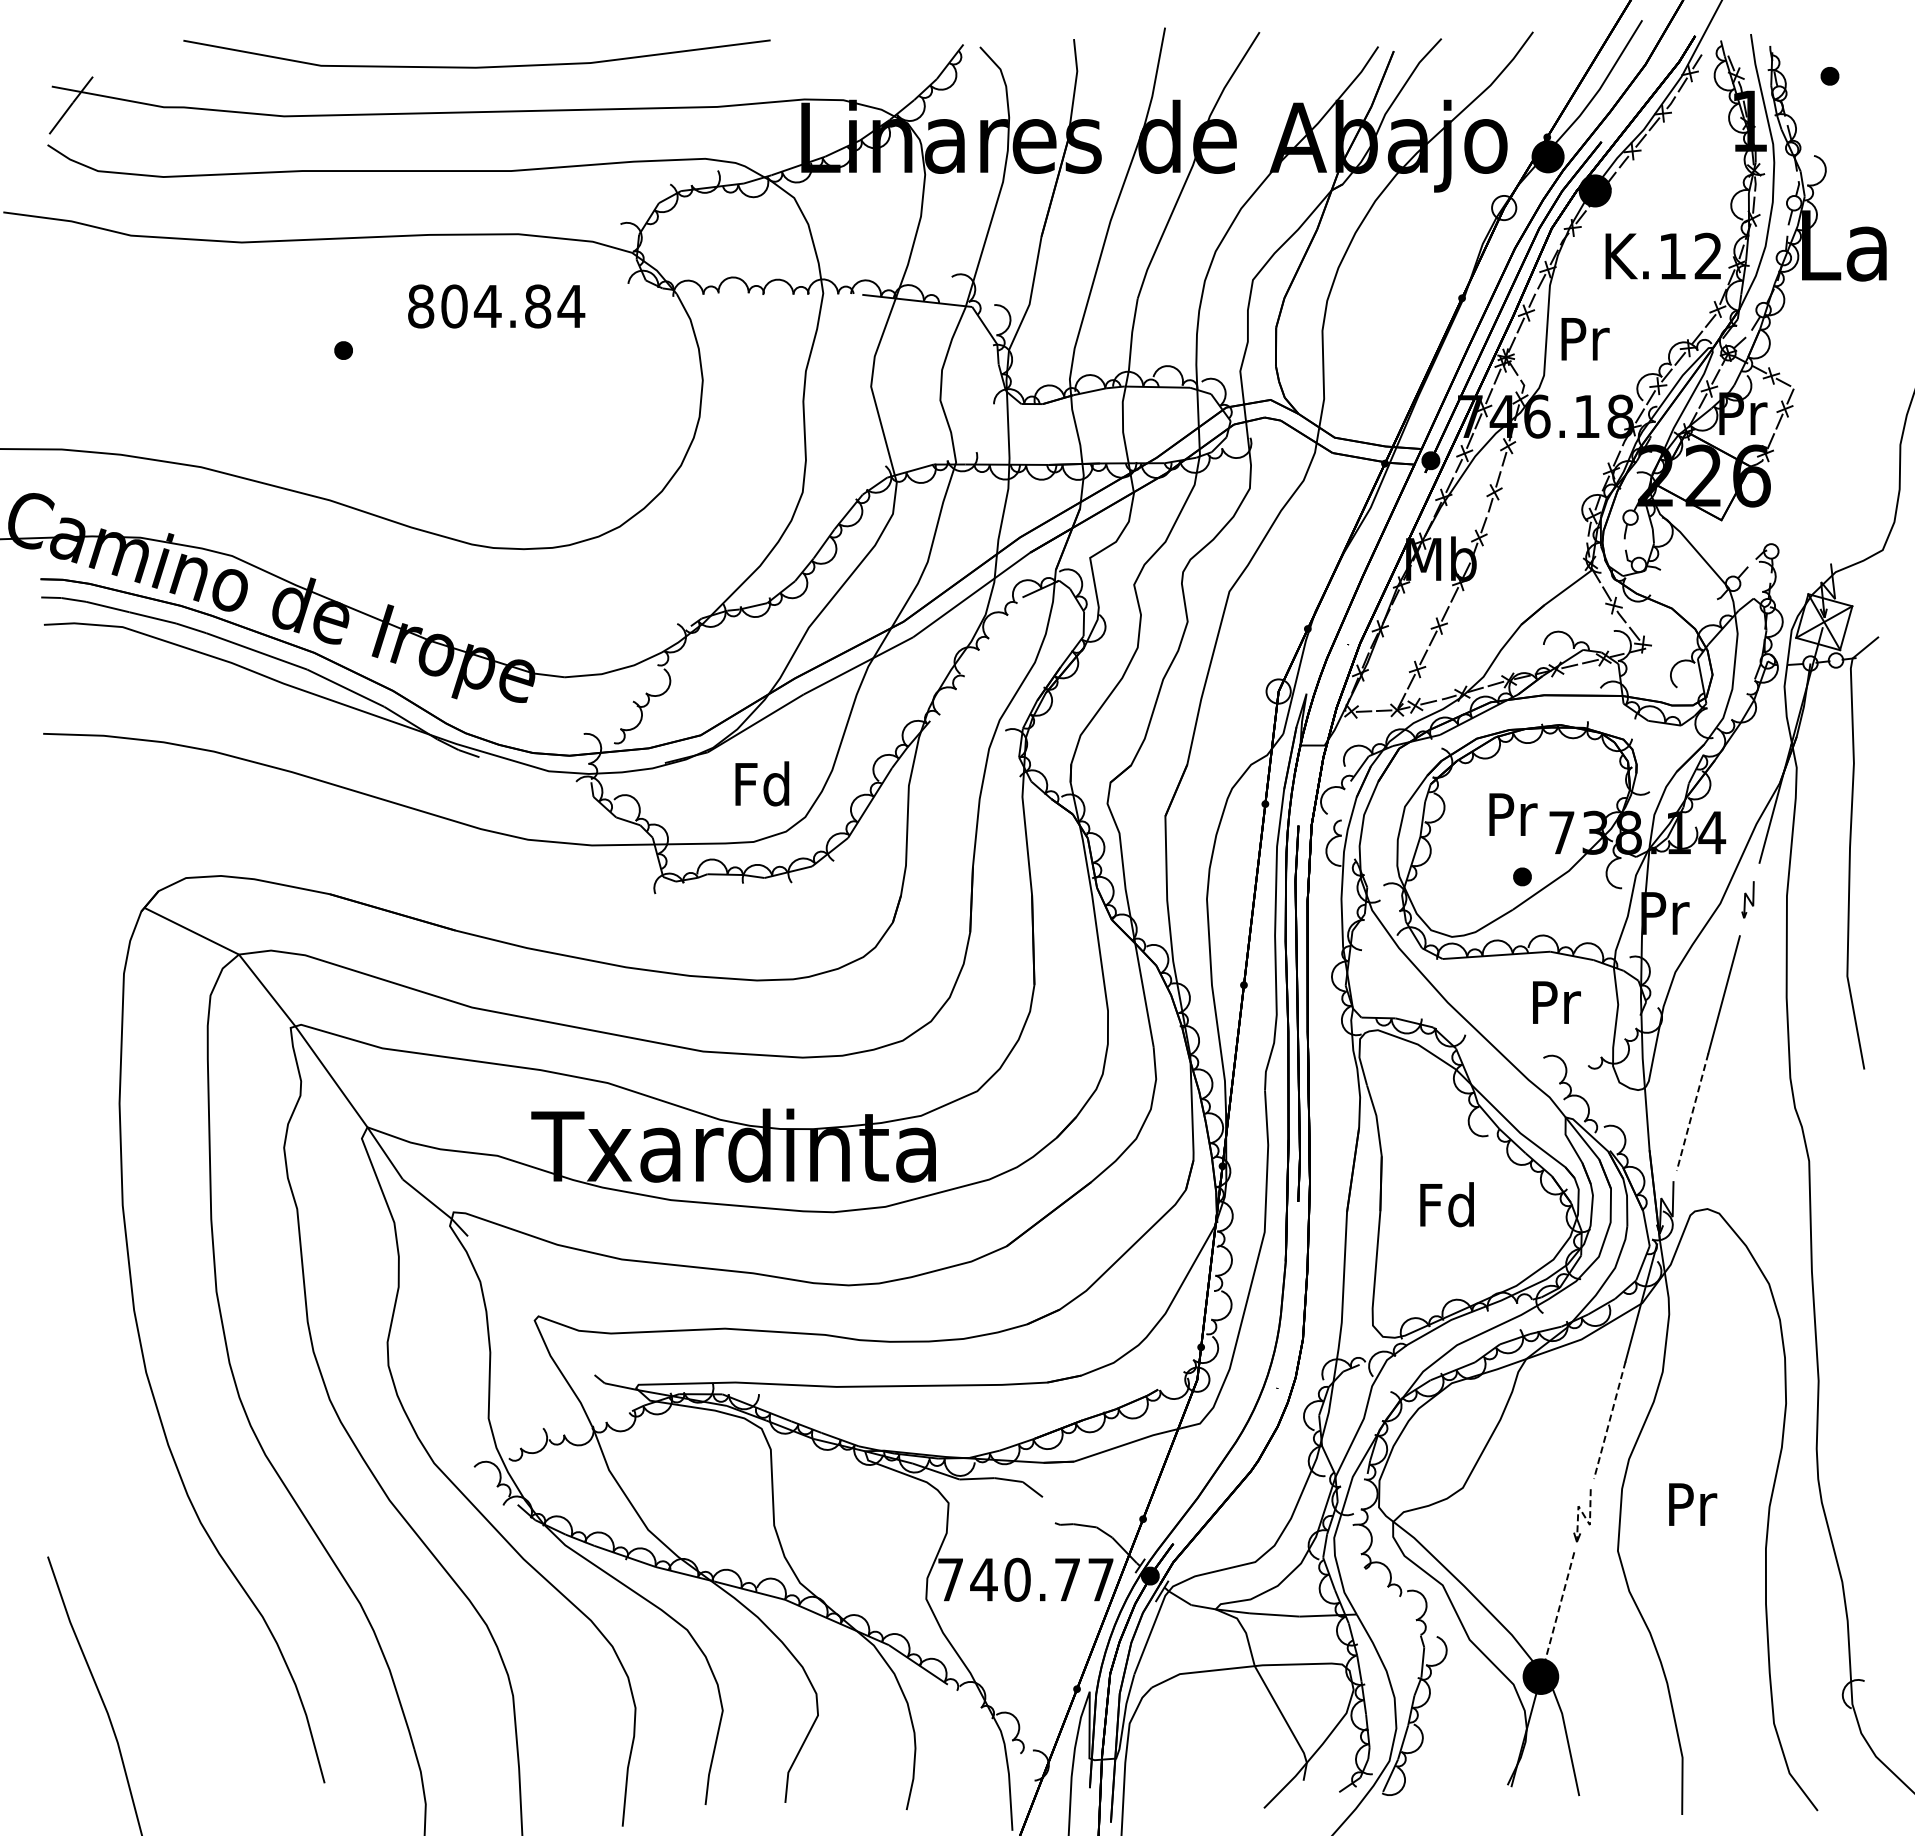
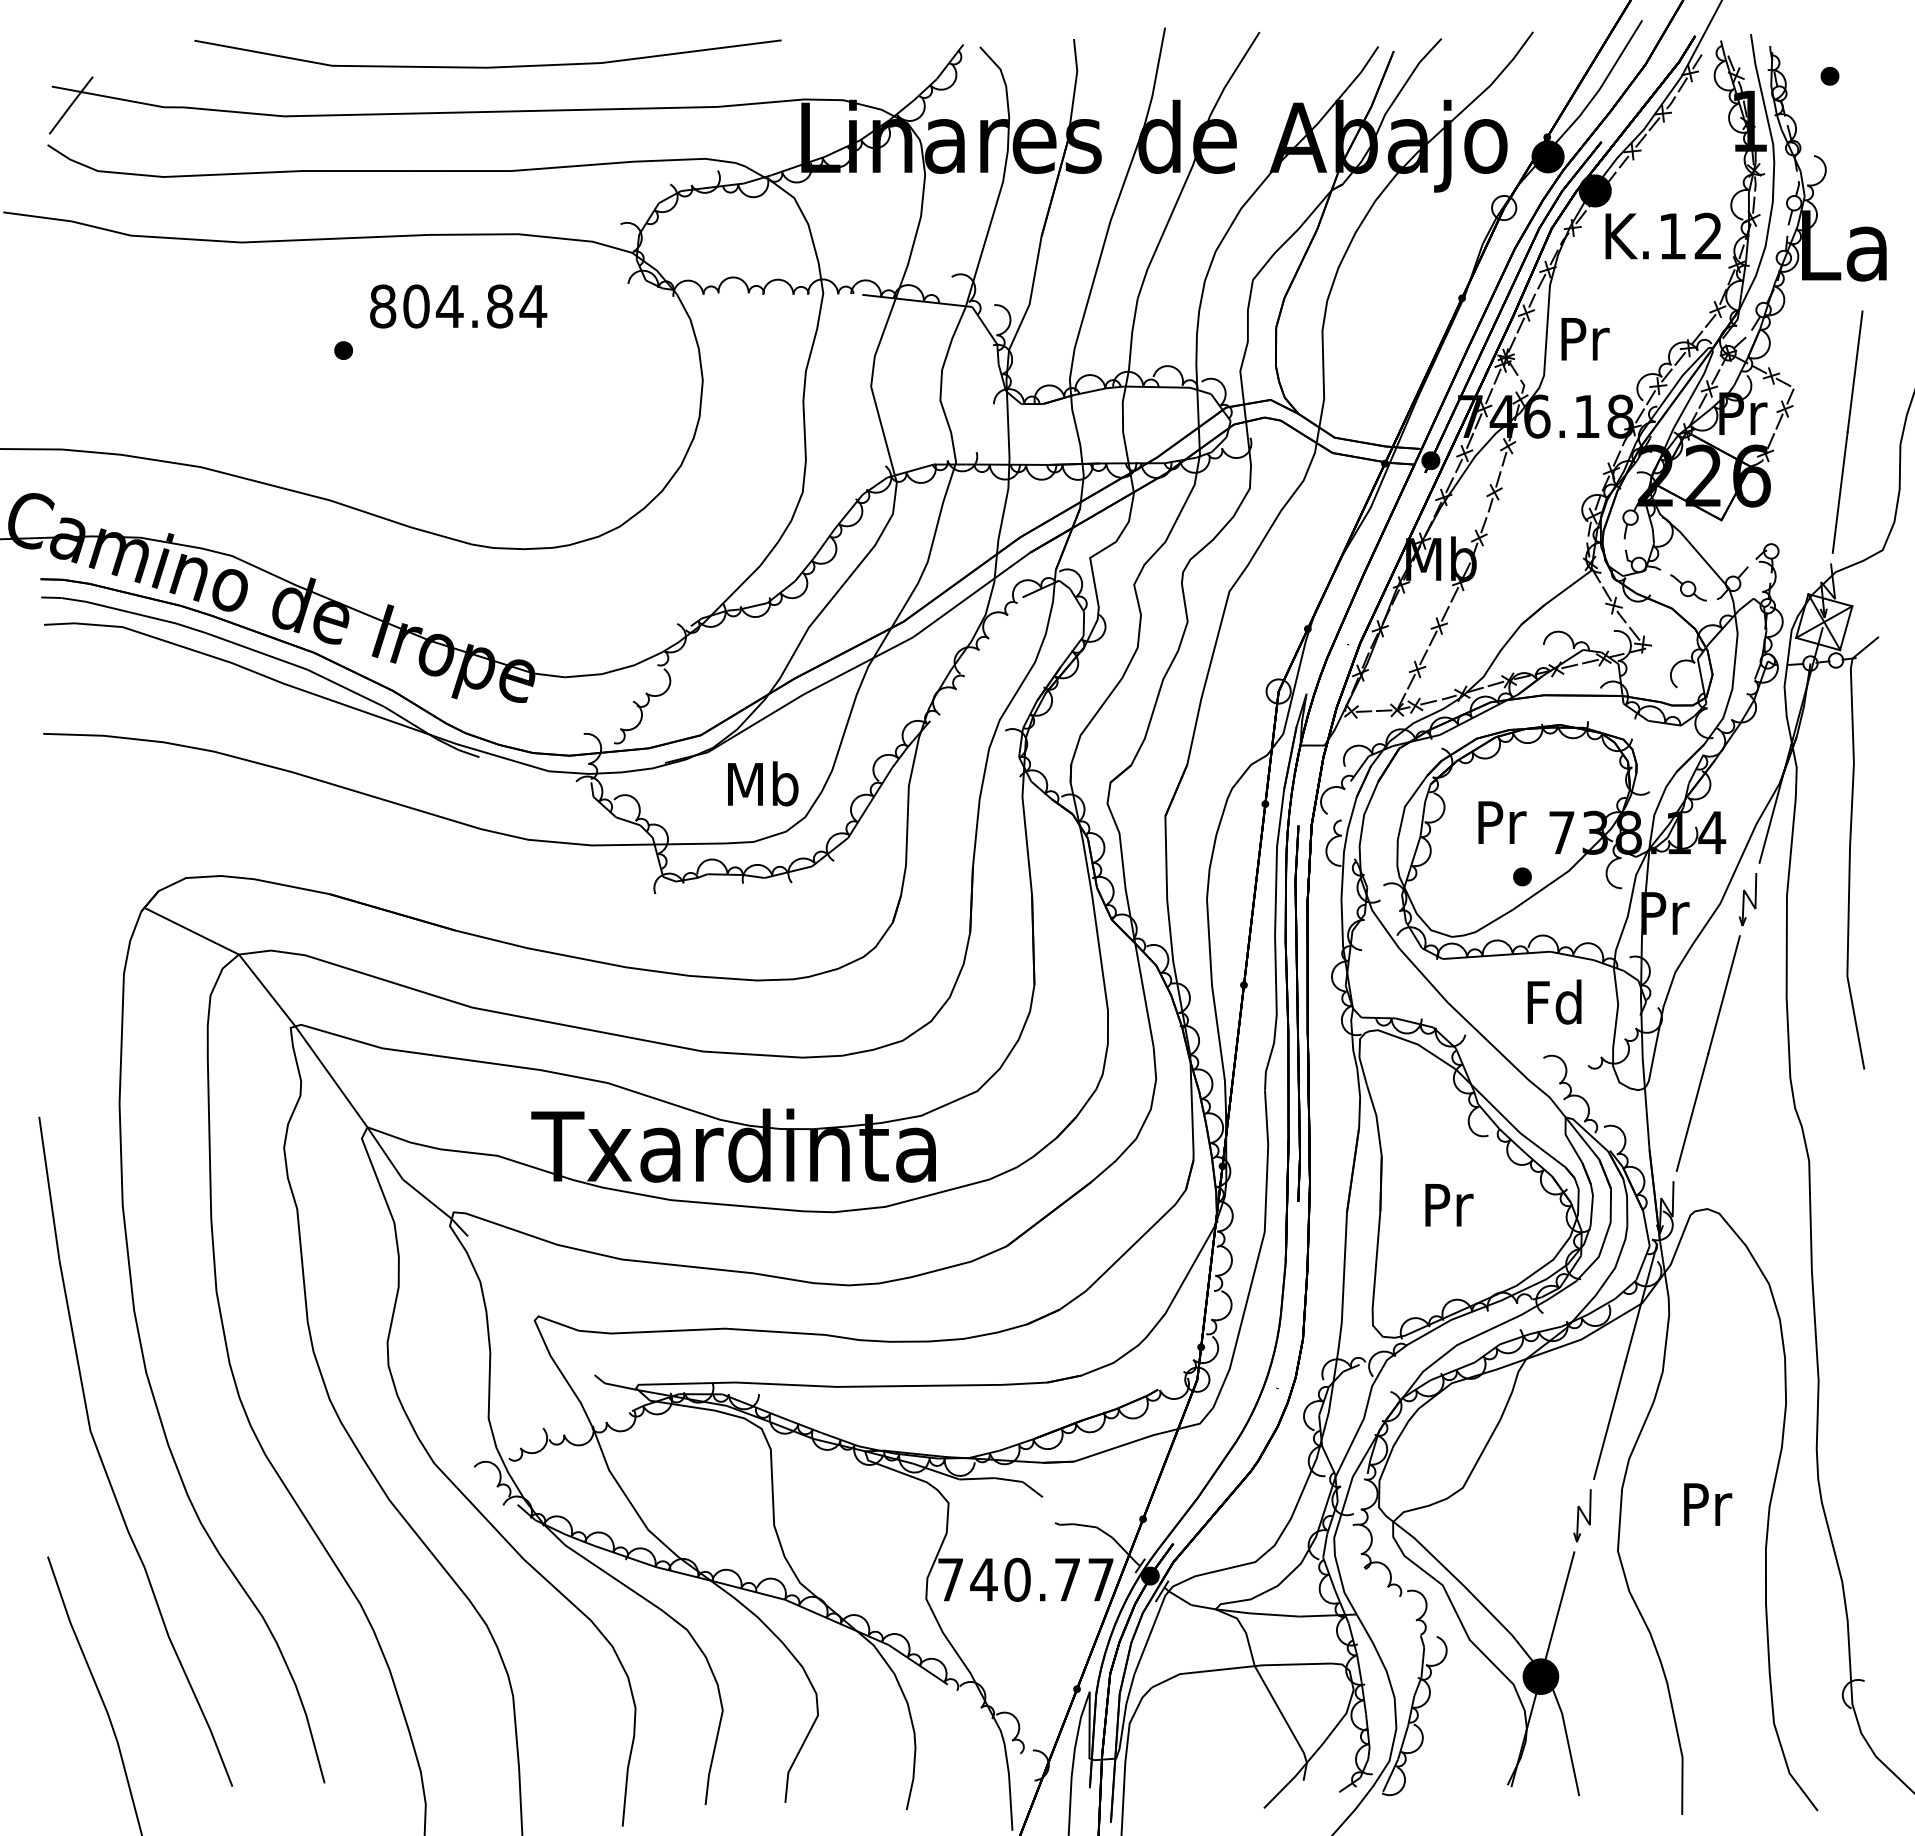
line at (476, 66) position: (476, 66) -> (487, 66)
text at (1662, 255) position: (1662, 255) -> (1662, 235)
text at (496, 306) position: (496, 306) -> (458, 306)
line at (1847, 431): none -> present
part at (1688, 587): none -> present
text at (763, 783): Fd -> Mb
text at (1513, 814) position: (1513, 814) -> (1502, 822)
part at (1747, 899) size: 14x38 px -> 20x54 px
text at (1554, 1001): Pr -> Fd
line at (1692, 1112): dashed -> solid
text at (1446, 1204): Fd -> Pr
line at (1609, 1420): dashed -> solid
part at (103, 1462): none -> present
text at (1693, 1504) position: (1693, 1504) -> (1708, 1504)
line at (1583, 1515): dashed -> solid
line at (1558, 1610): dashed -> solid
